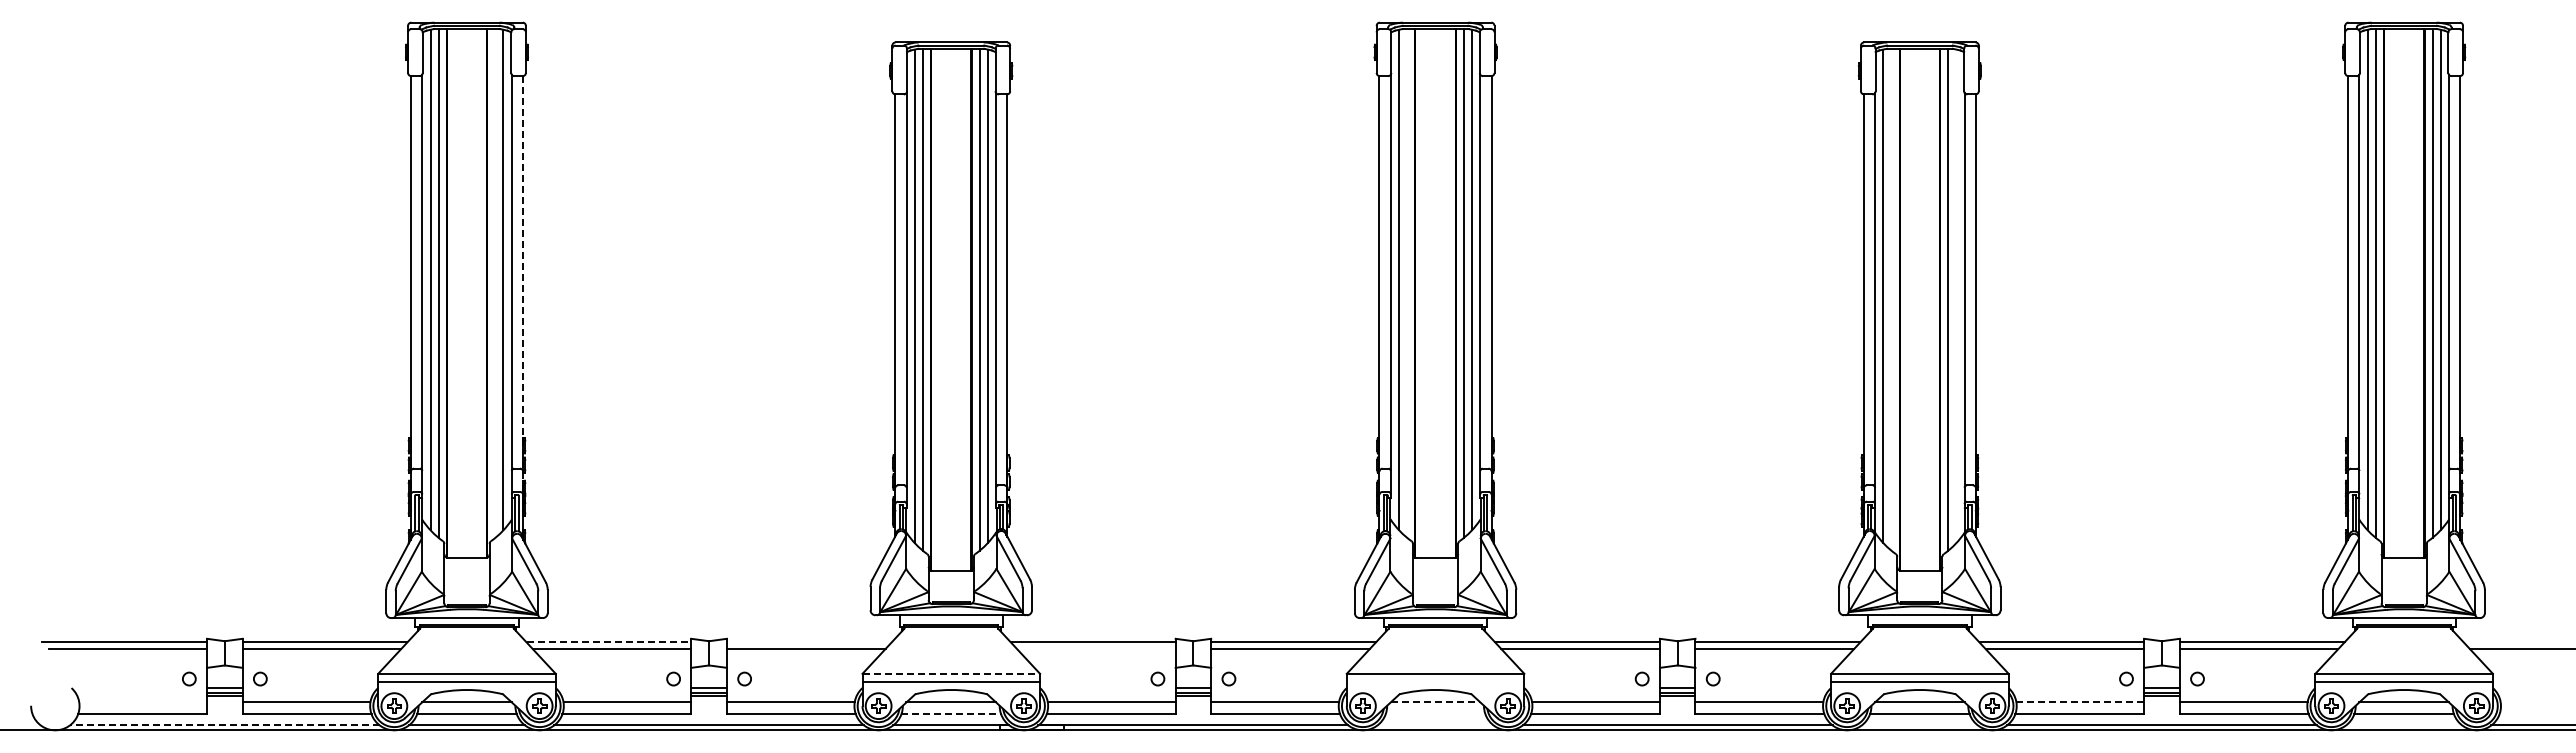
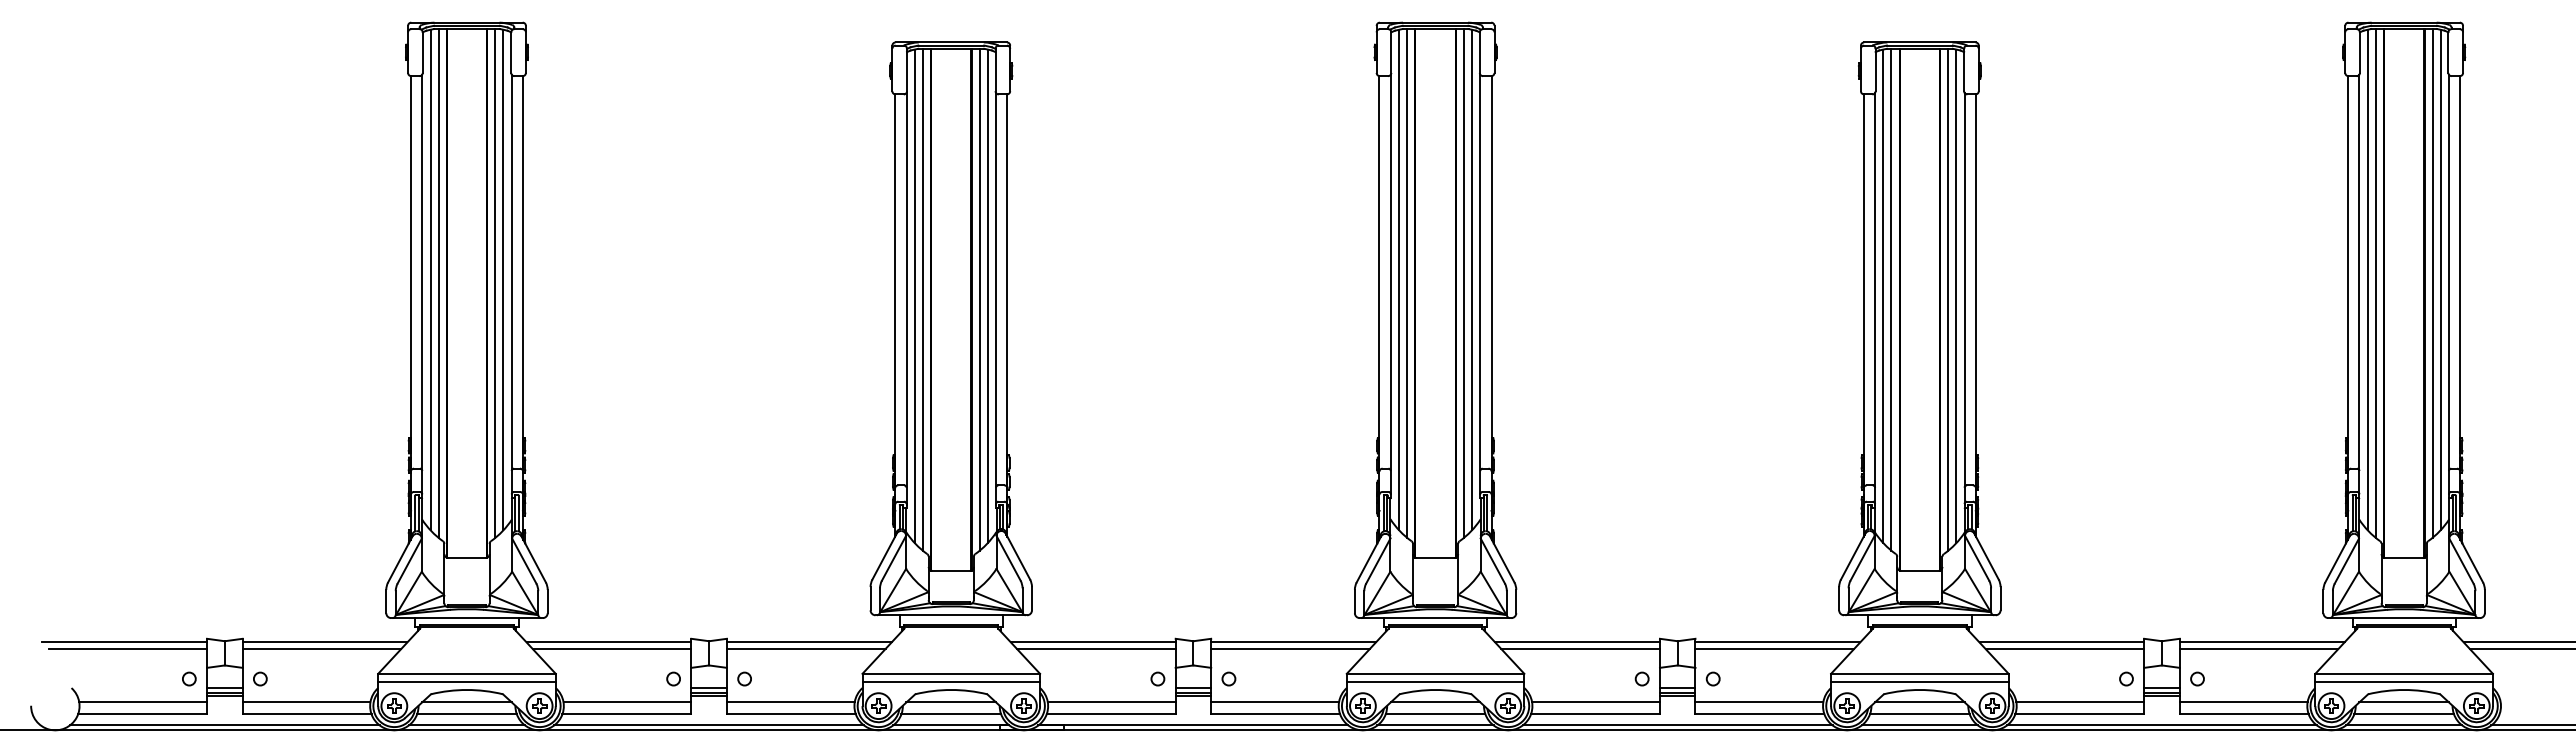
line at (523, 281): dashed -> solid
line at (495, 283): none -> present
line at (1407, 283): none -> present
line at (1956, 296): none -> present
line at (1891, 299): none -> present
line at (609, 642): dashed -> solid
line at (808, 642): none -> present
line at (2517, 642): none -> present
line at (1096, 649): none -> present
line at (951, 673): dashed -> solid
line at (1435, 681): none -> present
line at (143, 702): none -> present
line at (1435, 702): dashed -> solid
line at (2080, 702): dashed -> solid
line at (951, 714): dashed -> solid
line at (1435, 714): none -> present
line at (224, 725): dashed -> solid
line at (1435, 725): none -> present
line at (1919, 725): none -> present
line at (2404, 725): none -> present
